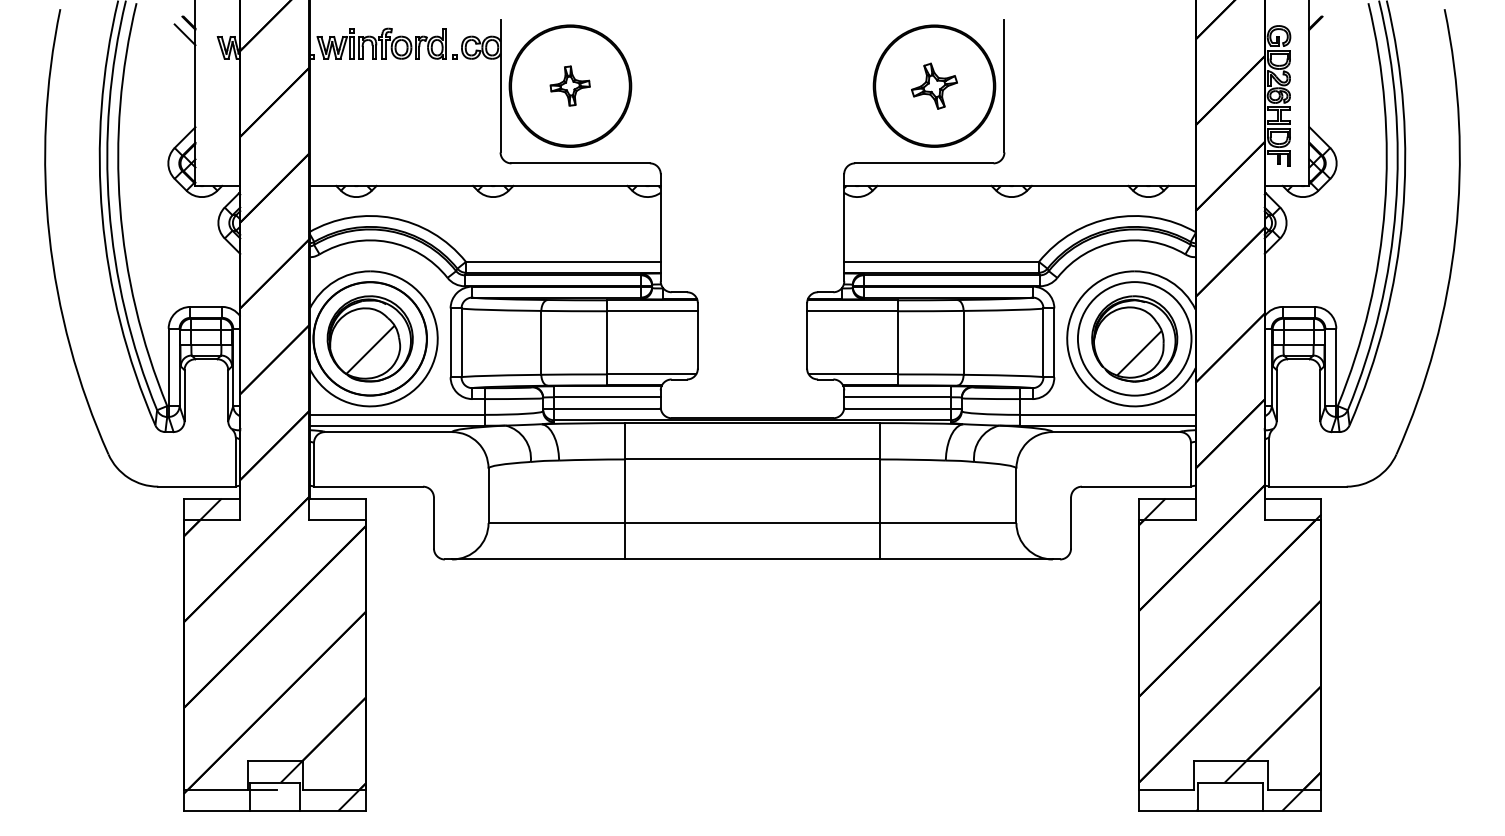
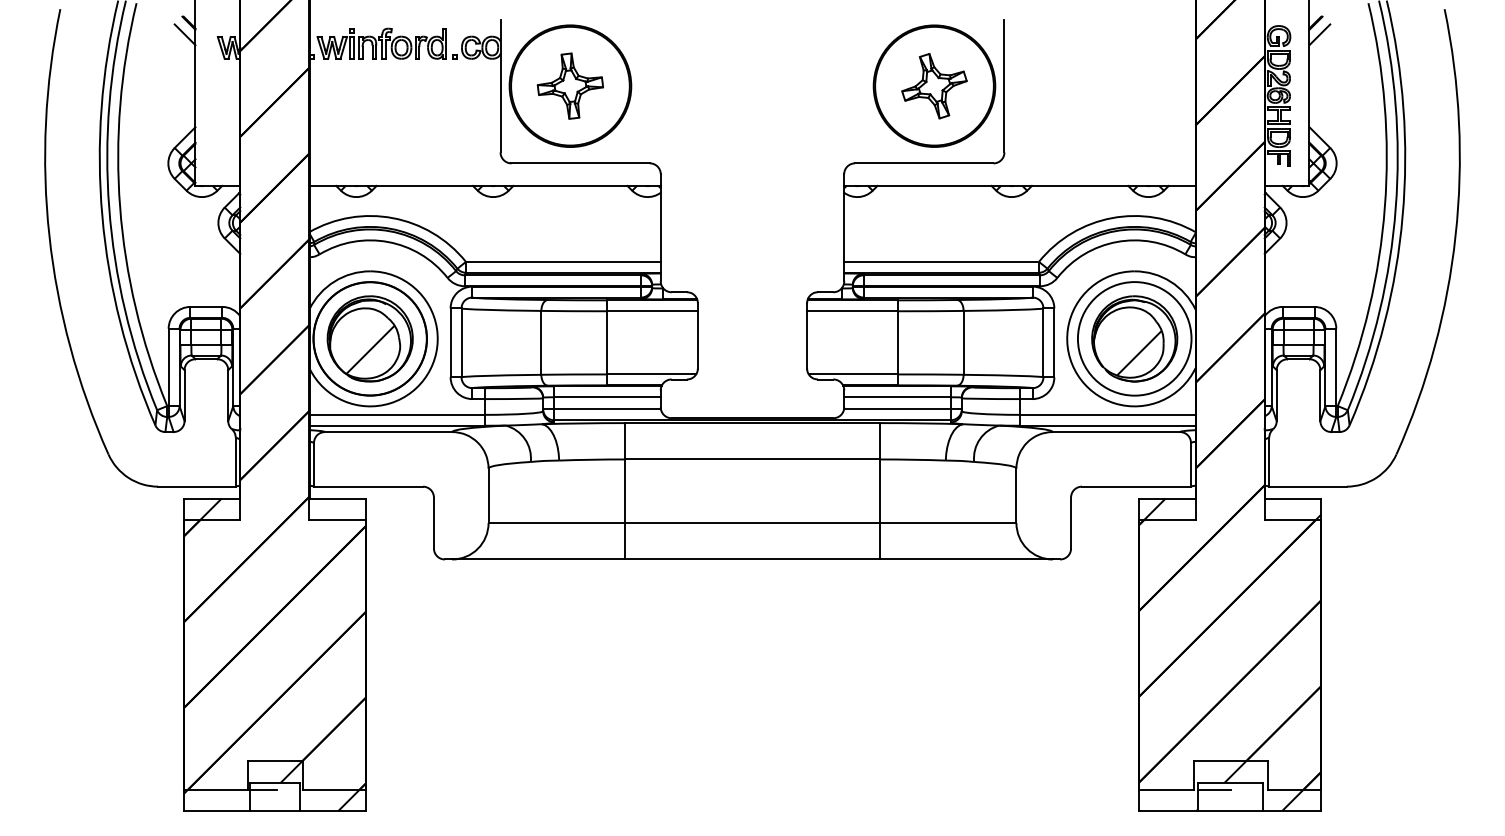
line at (1319, 34): none -> present
part at (569, 85) size: 42x42 px -> 68x68 px
part at (934, 85) size: 47x48 px -> 67x67 px
line at (1213, 789): none -> present
